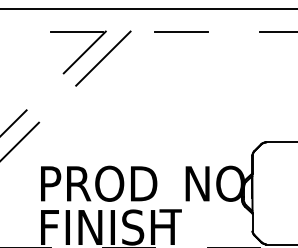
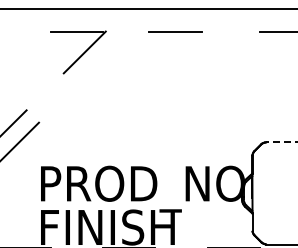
line at (181, 31) position: (181, 31) -> (175, 31)
line at (103, 58): present -> none
line at (281, 142): solid -> dashed
